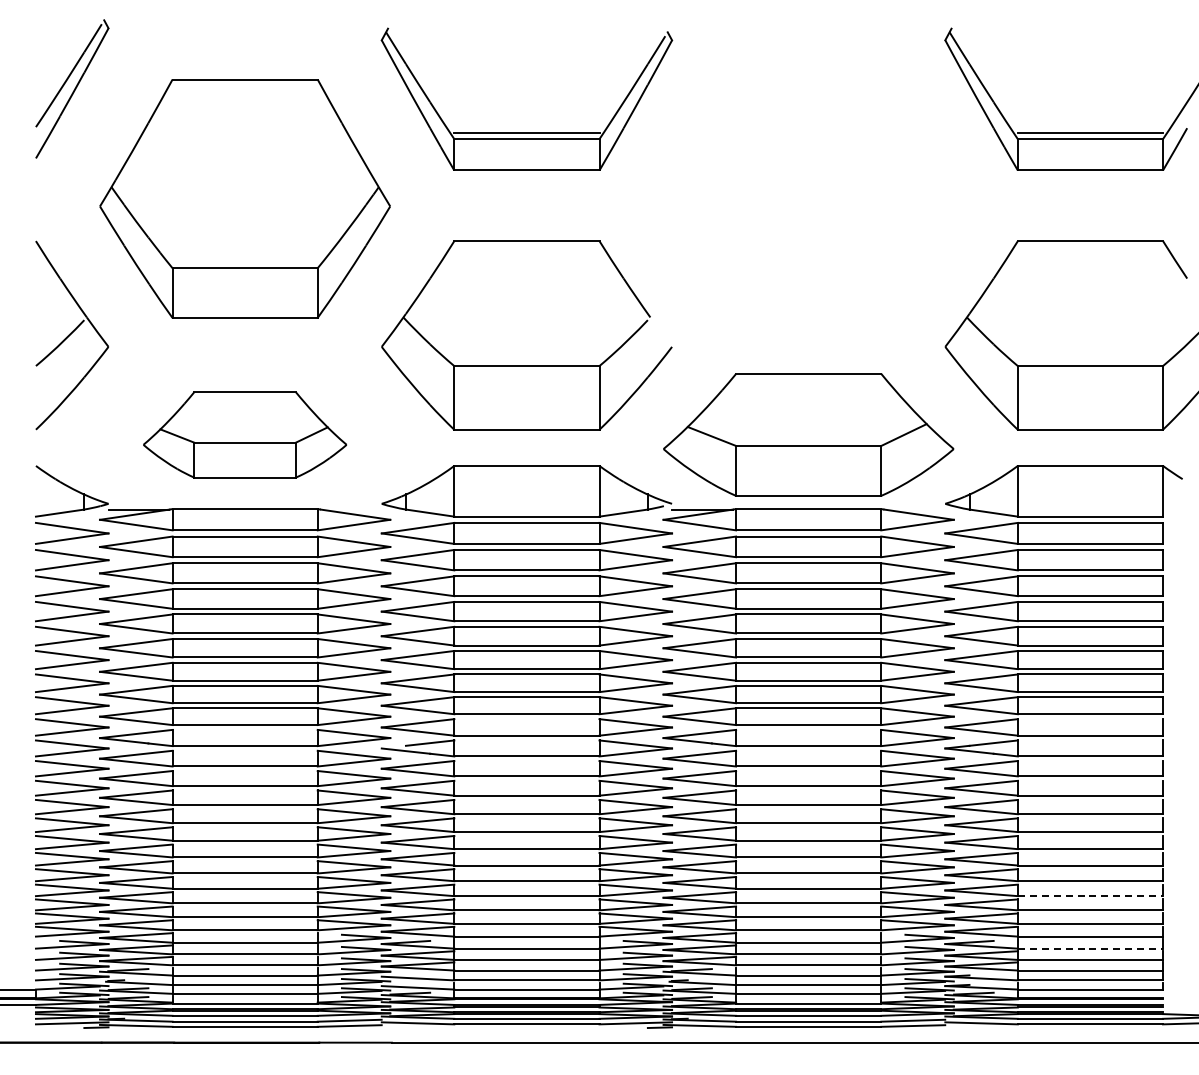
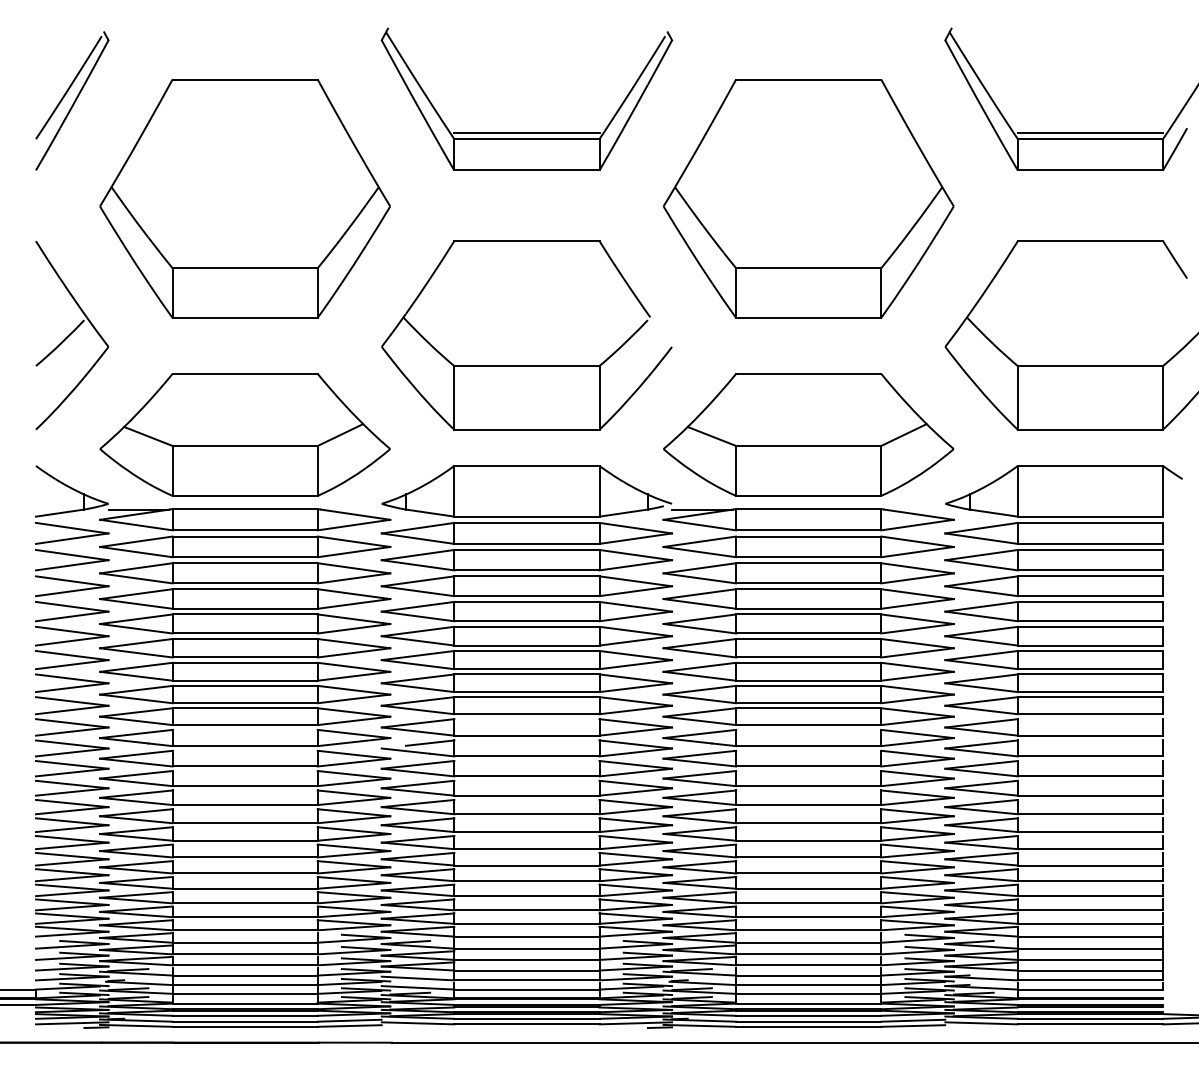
part at (72, 88) position: (72, 88) -> (72, 100)
part at (808, 198): none -> present
part at (244, 434) size: 204x88 px -> 292x124 px
line at (1090, 896): dashed -> solid
line at (1090, 948): dashed -> solid
